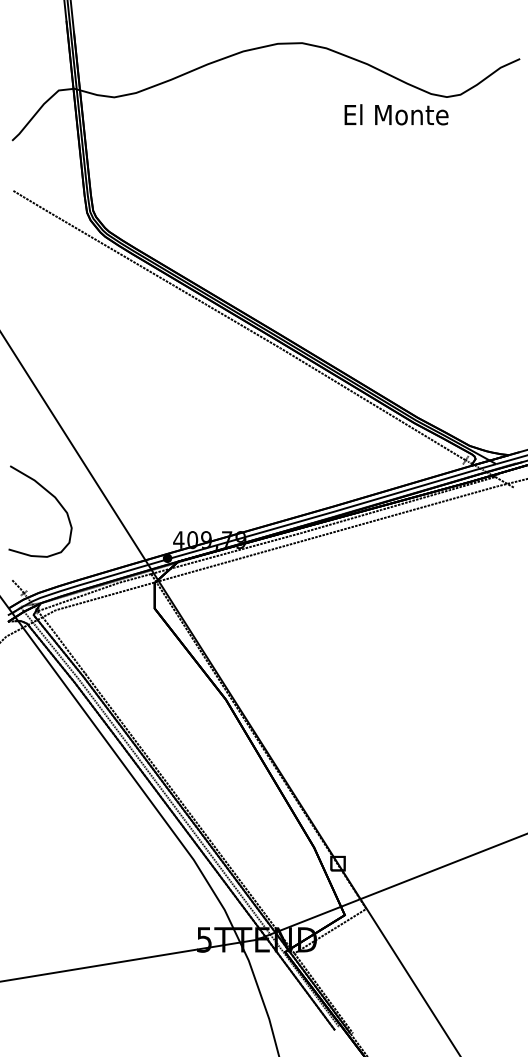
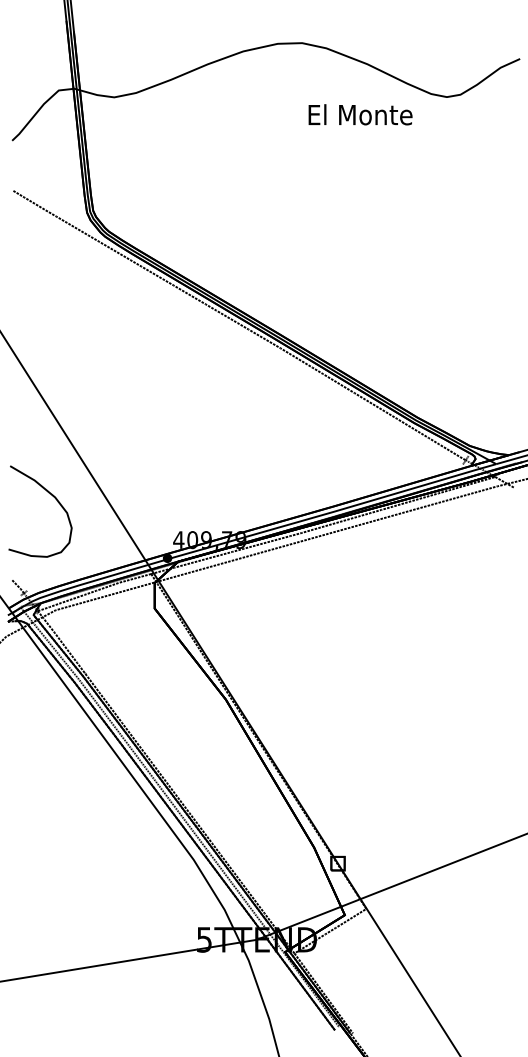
text at (396, 114) position: (396, 114) -> (360, 114)
